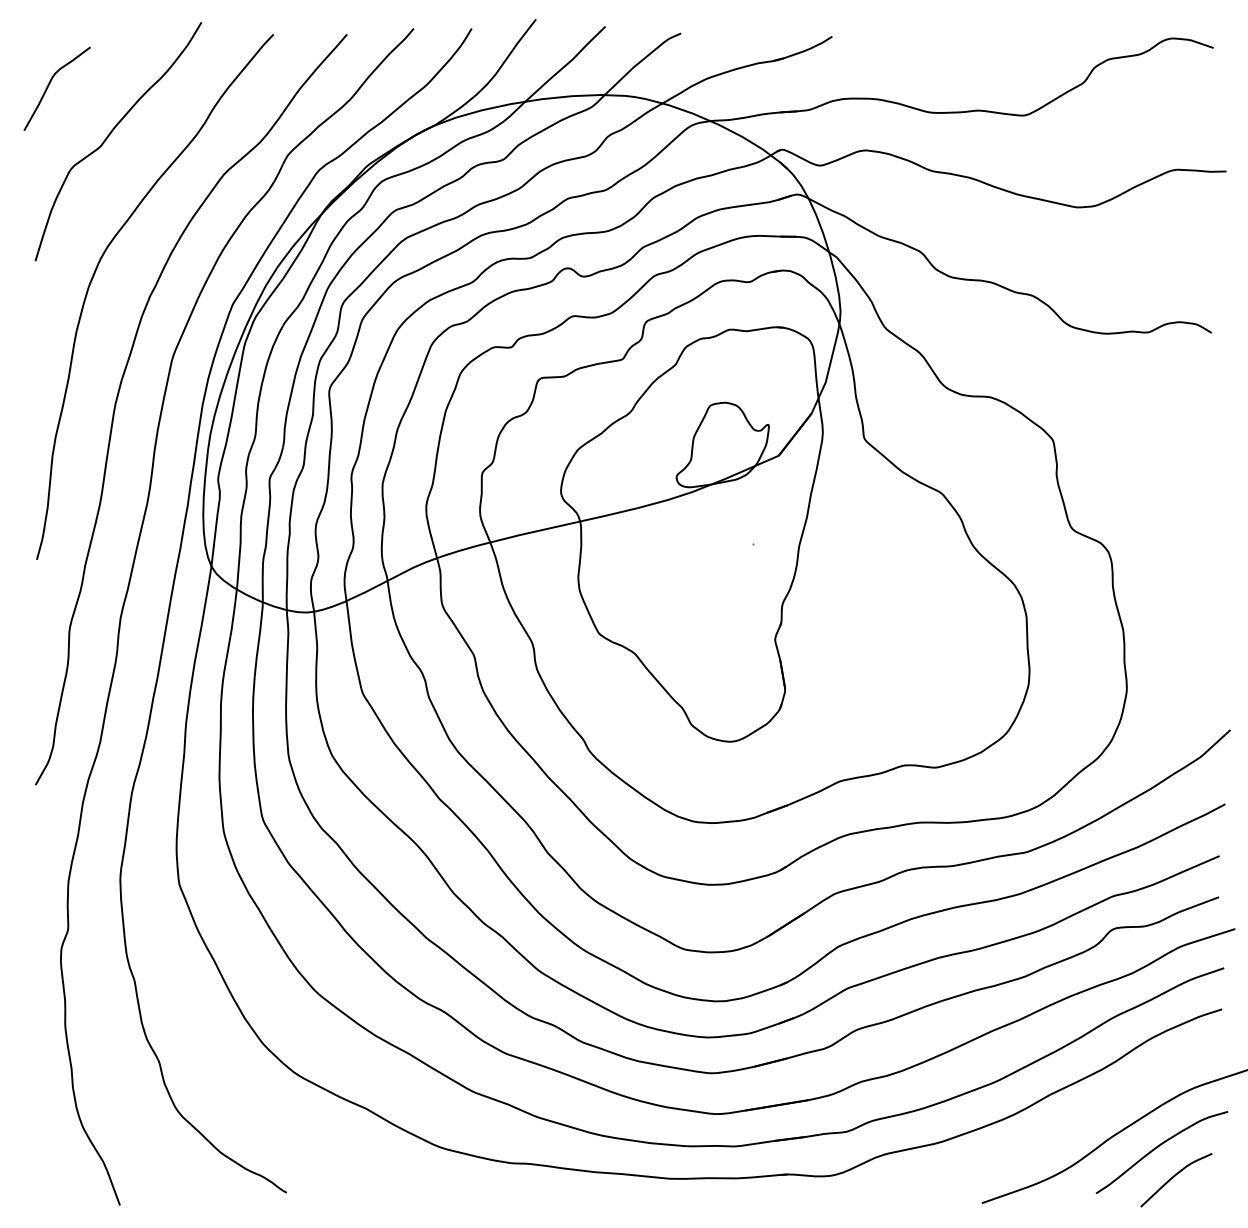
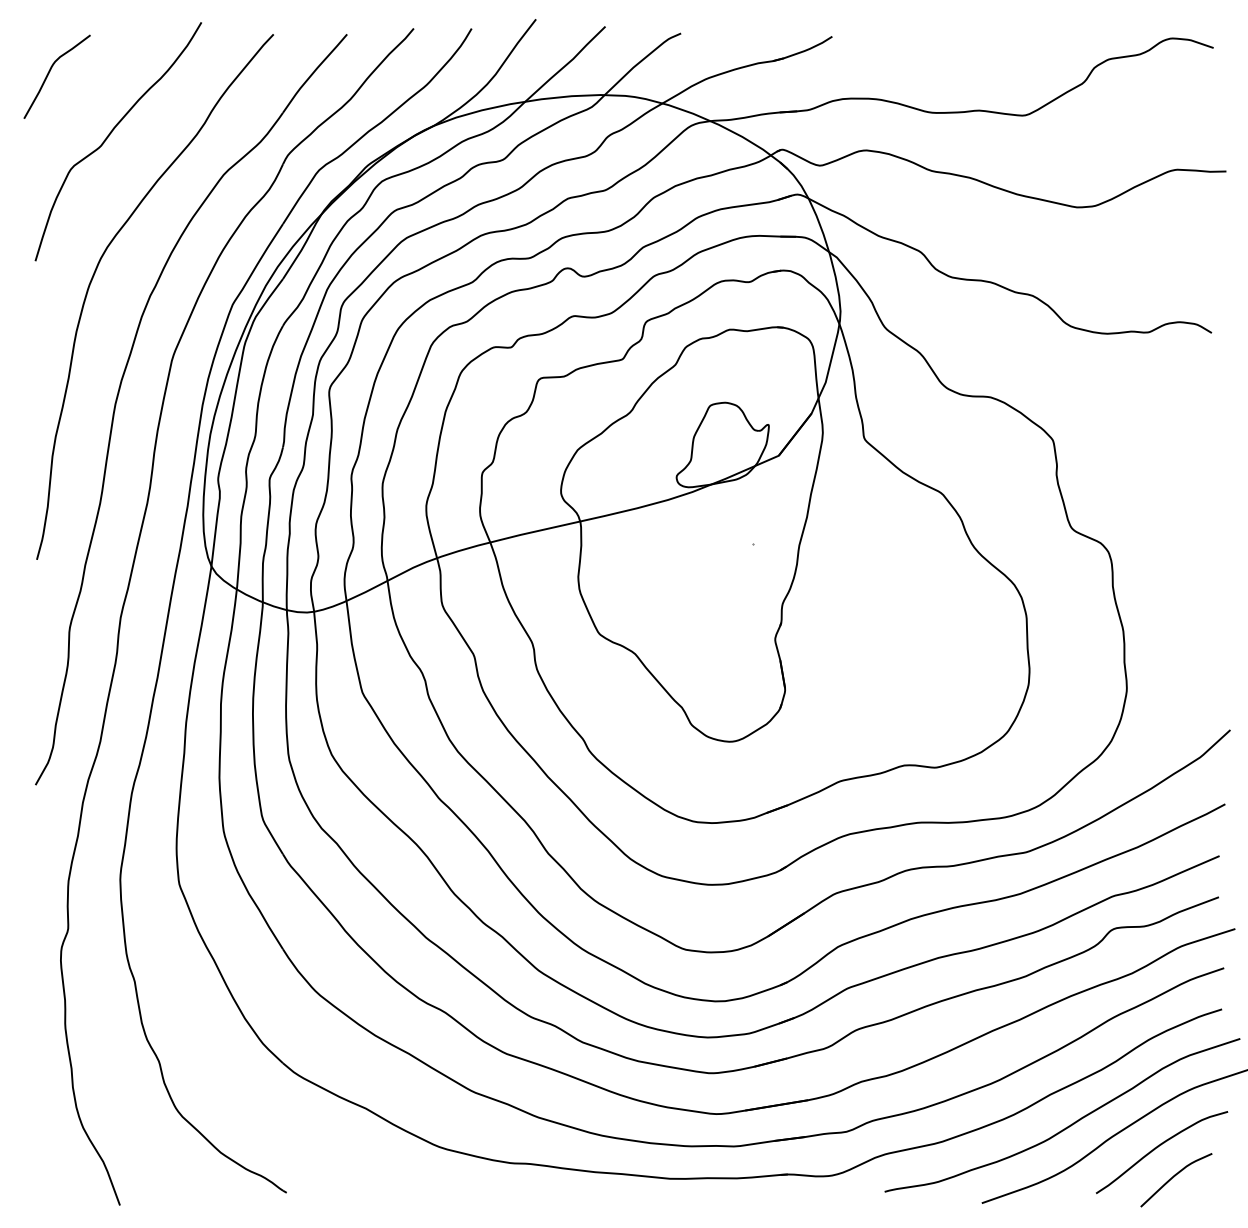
curve at (49, 85) position: (49, 85) -> (49, 73)
curve at (1068, 1125): none -> present
